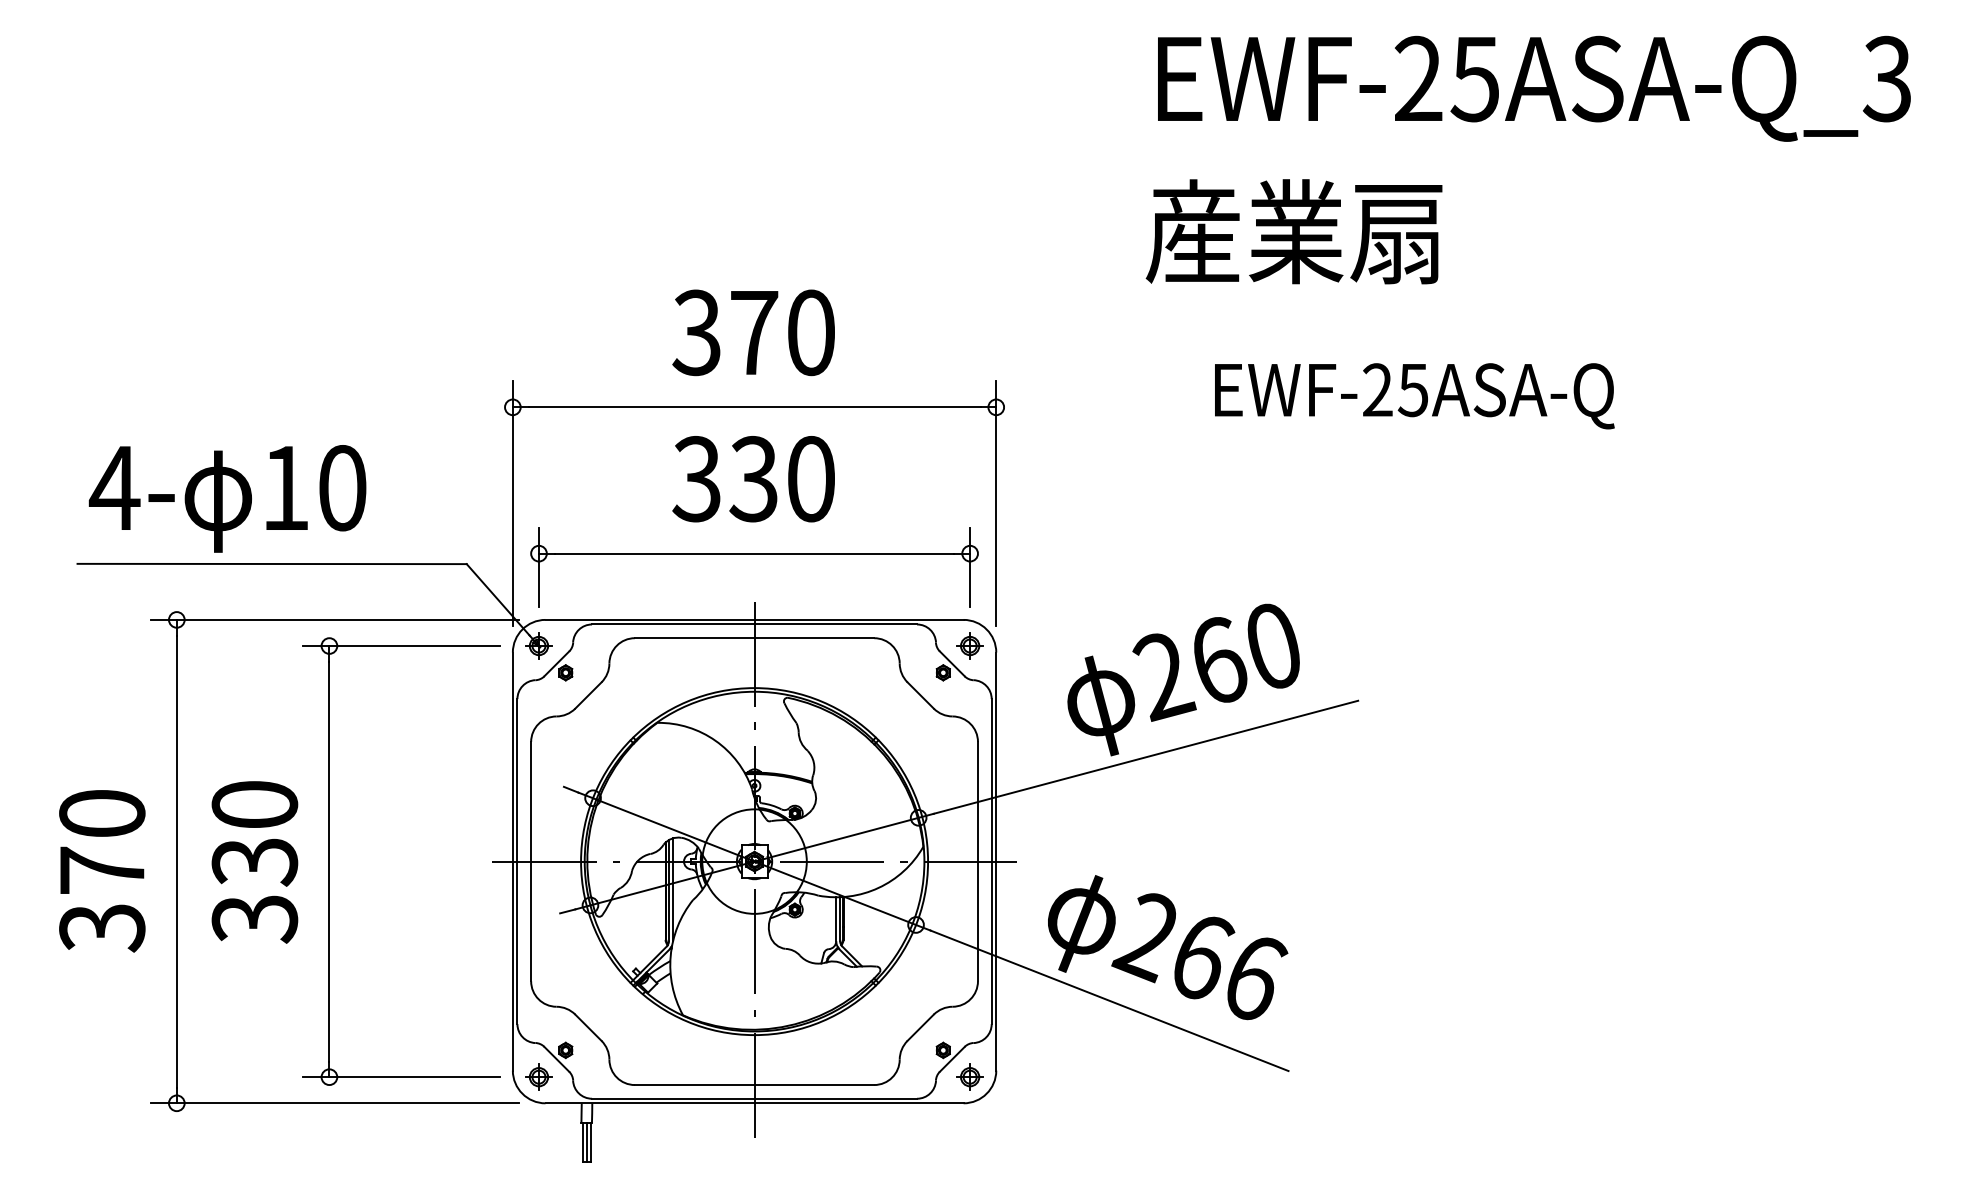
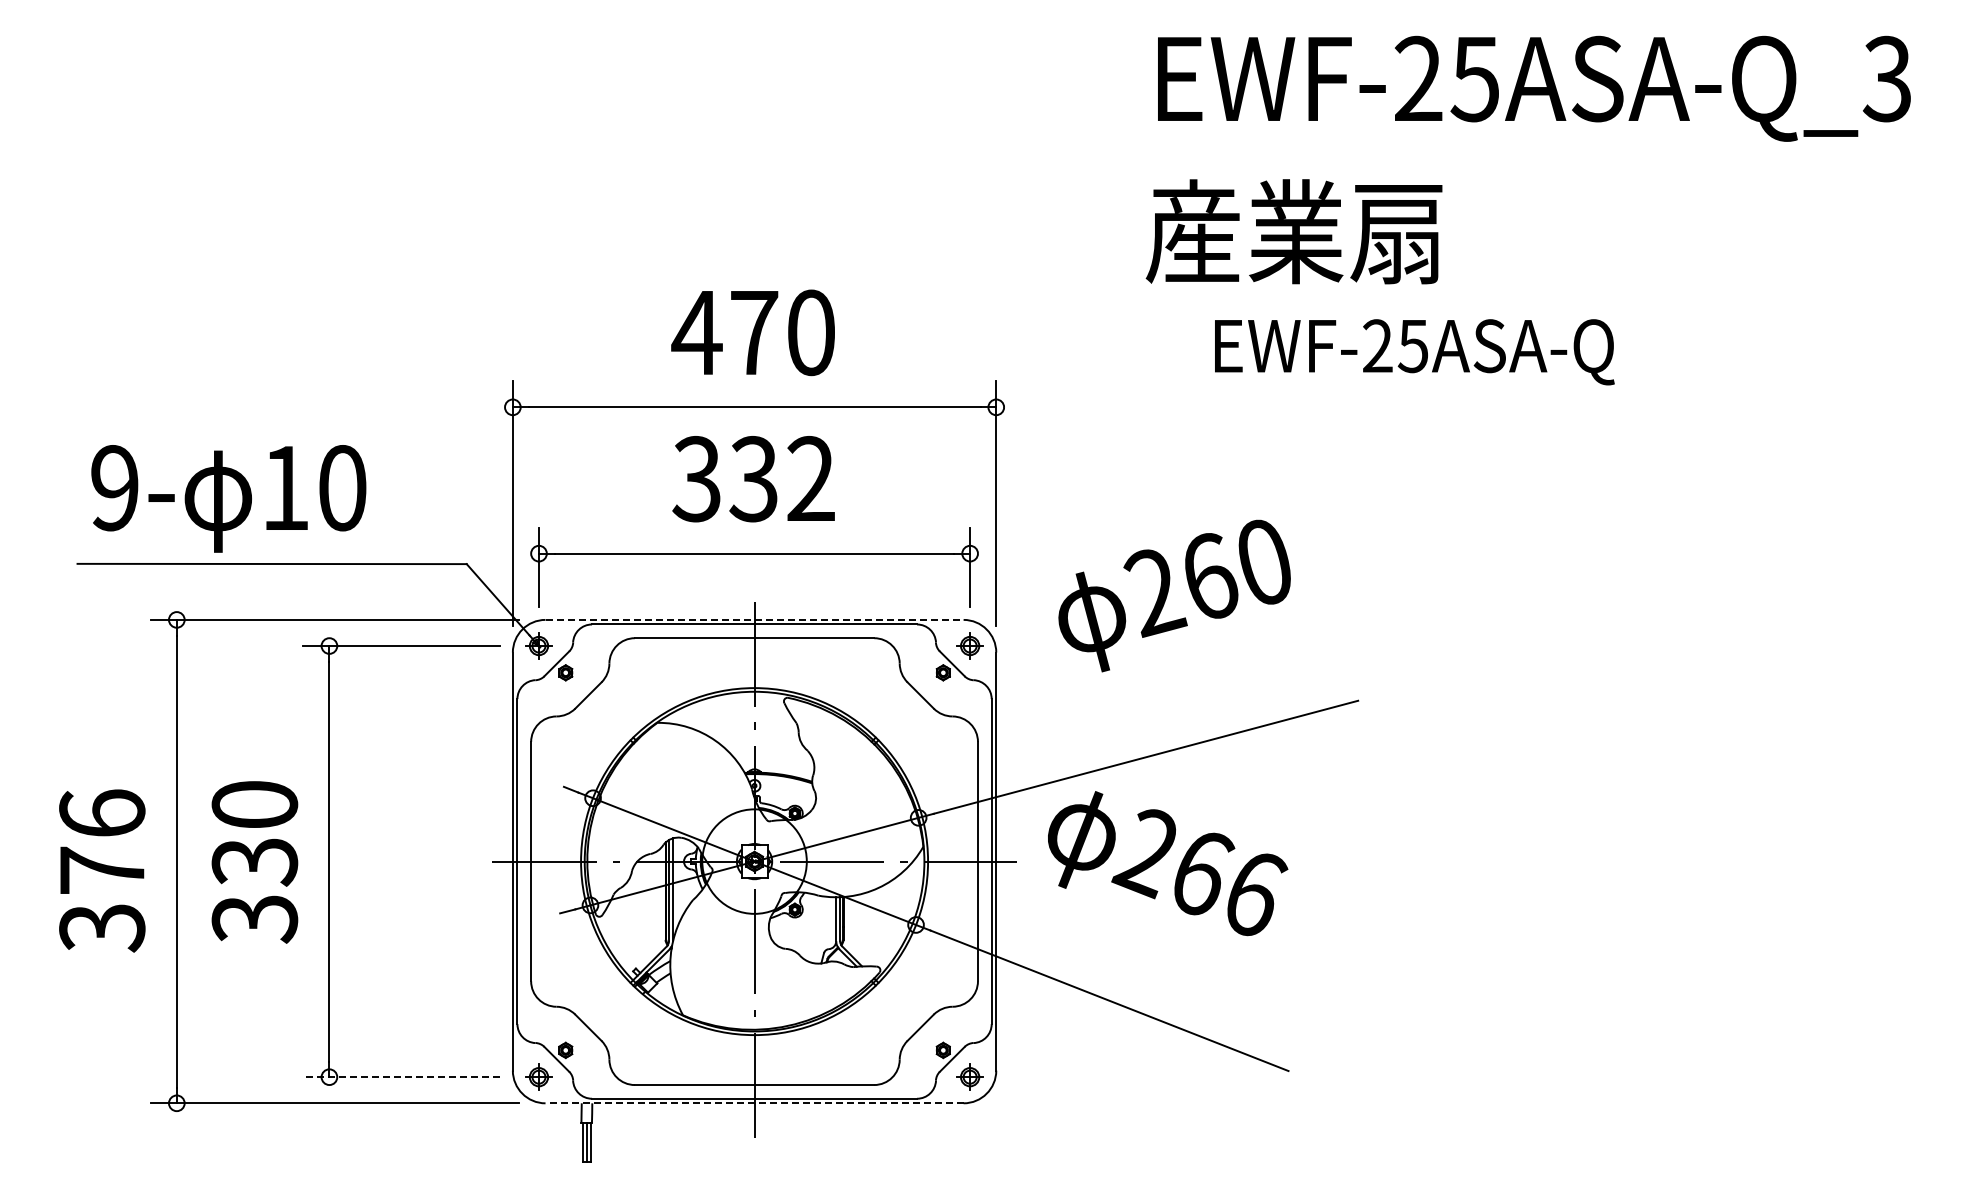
text at (696, 332): 370 -> 470
text at (1414, 396) position: (1414, 396) -> (1414, 352)
text at (810, 479): 330 -> 332
text at (114, 488): 4- -> 9-
line at (755, 619): solid -> dashed
text at (1183, 679) position: (1183, 679) -> (1174, 595)
text at (102, 812): 370 -> 376
text at (1168, 947) position: (1168, 947) -> (1168, 863)
line at (401, 1077): solid -> dashed
line at (754, 1103): solid -> dashed
